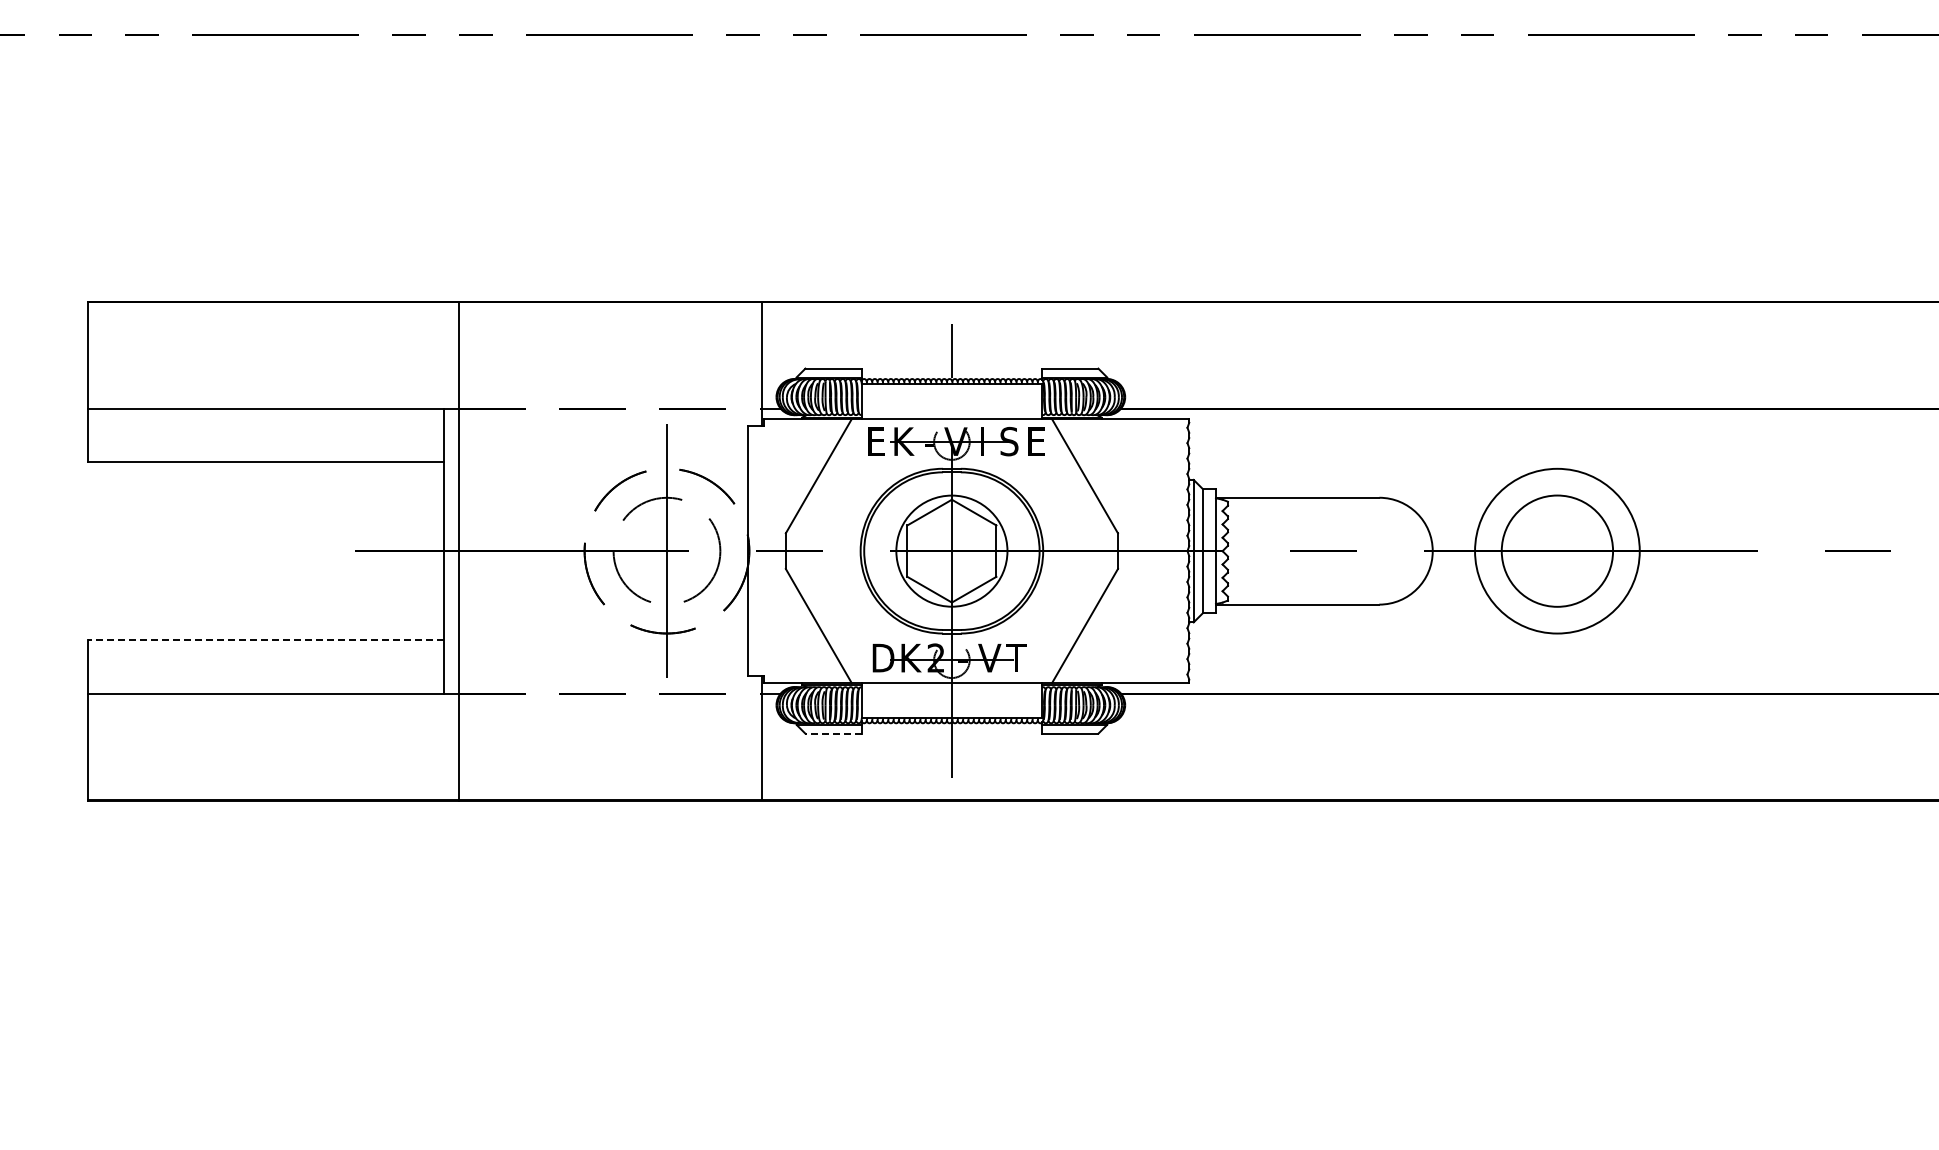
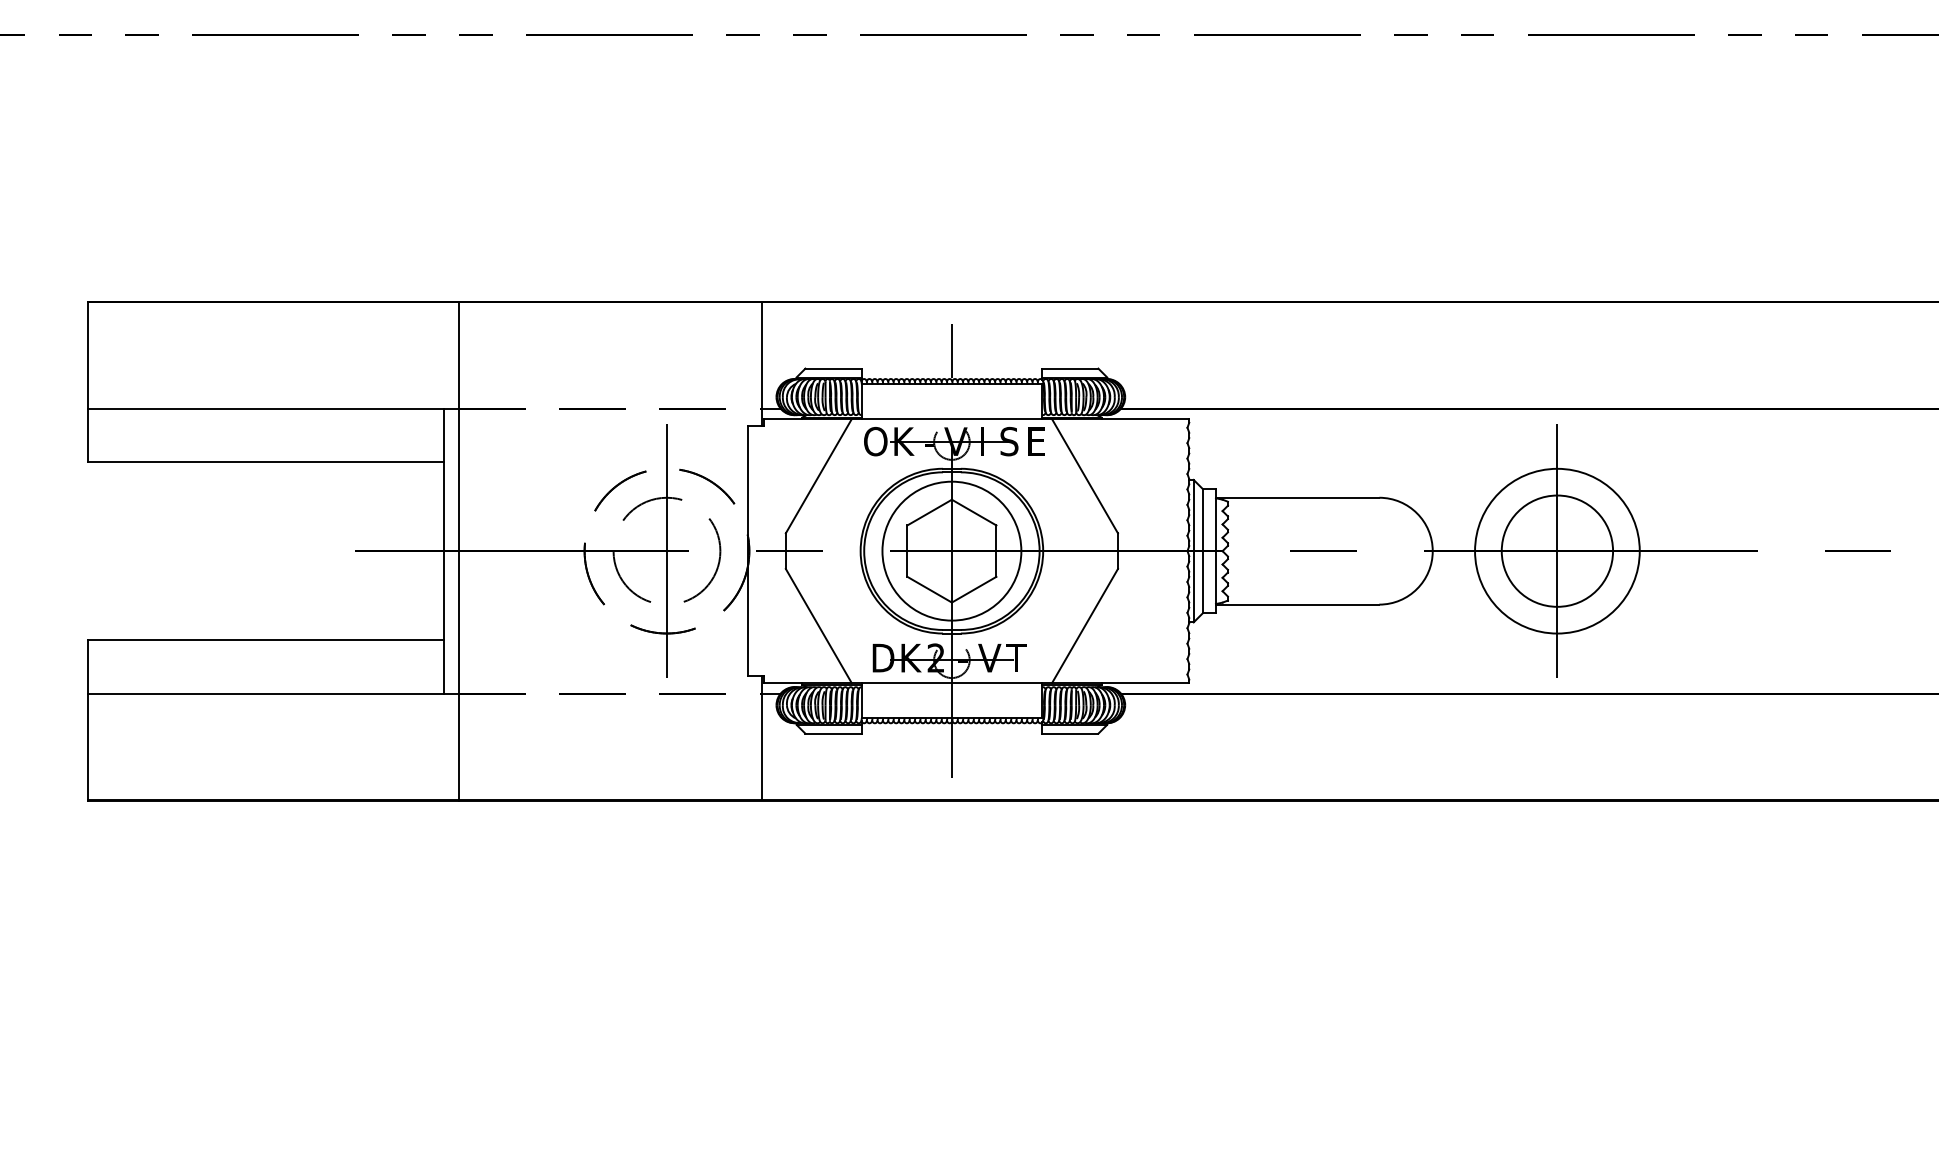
text at (875, 441): E -> O
circle at (951, 550) diameter: 111 px -> 139 px
line at (1557, 551): none -> present
line at (265, 640): dashed -> solid
line at (833, 733): dashed -> solid
